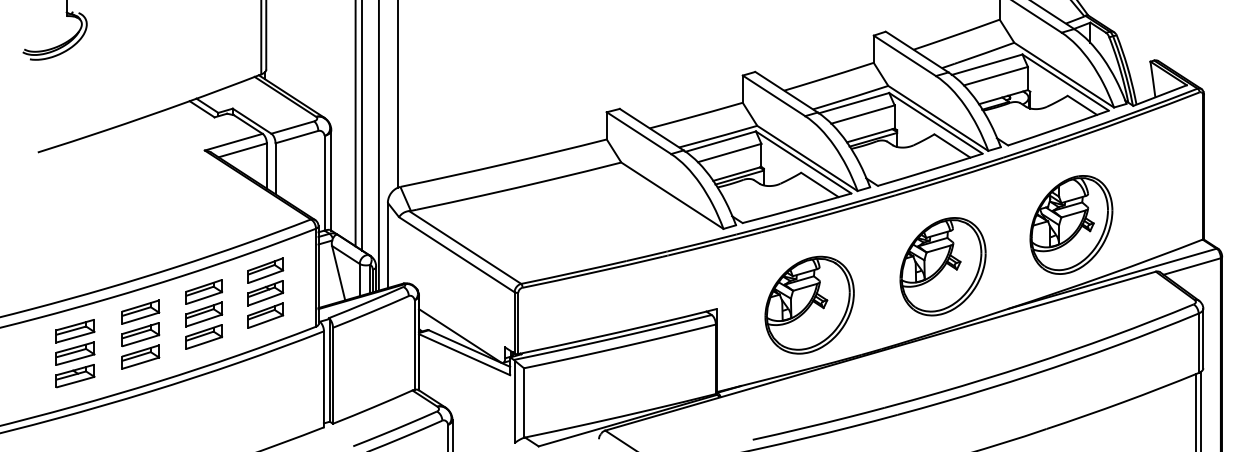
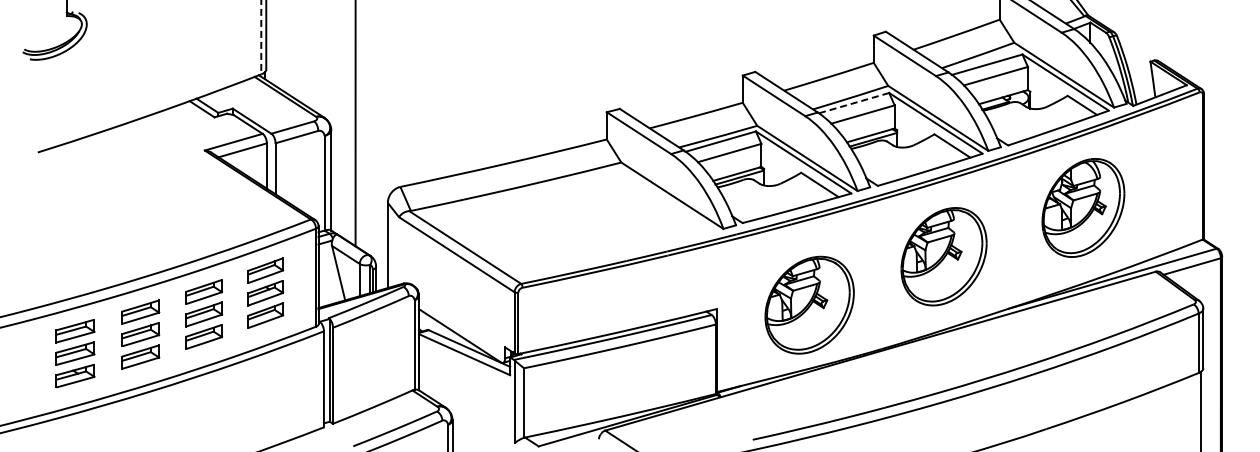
line at (261, 37): solid -> dashed
line at (398, 94): present -> none
line at (854, 103): solid -> dashed
line at (362, 126): present -> none
line at (378, 146): present -> none
part at (1071, 224) position: (1071, 224) -> (1083, 207)
part at (942, 266) position: (942, 266) -> (943, 256)
line at (1196, 410): present -> none
